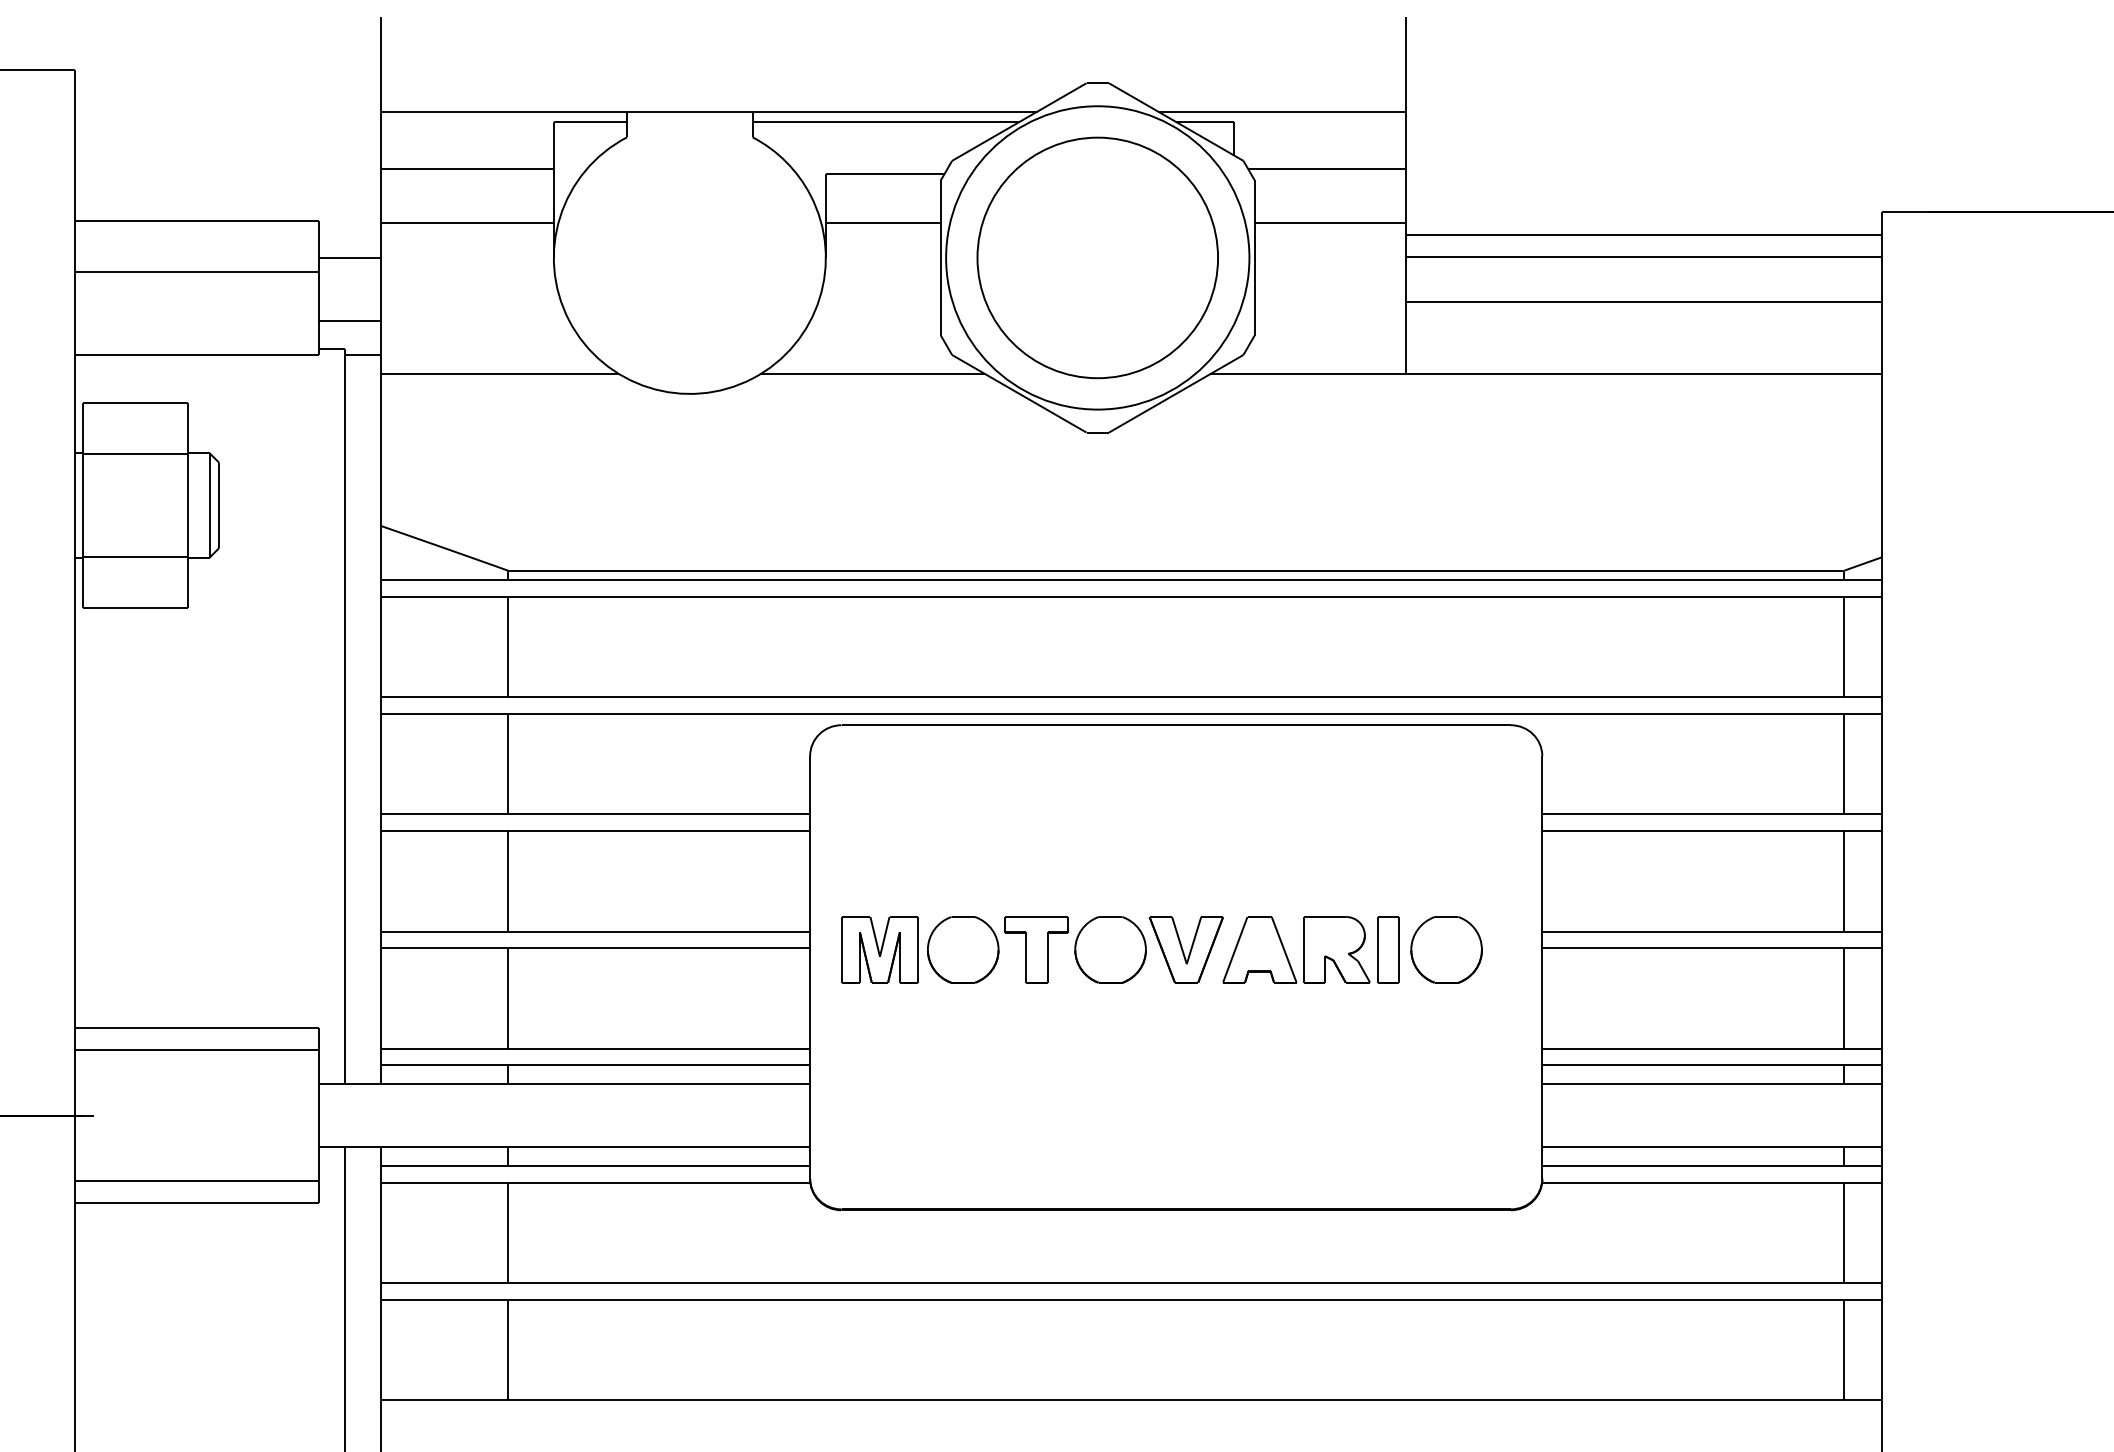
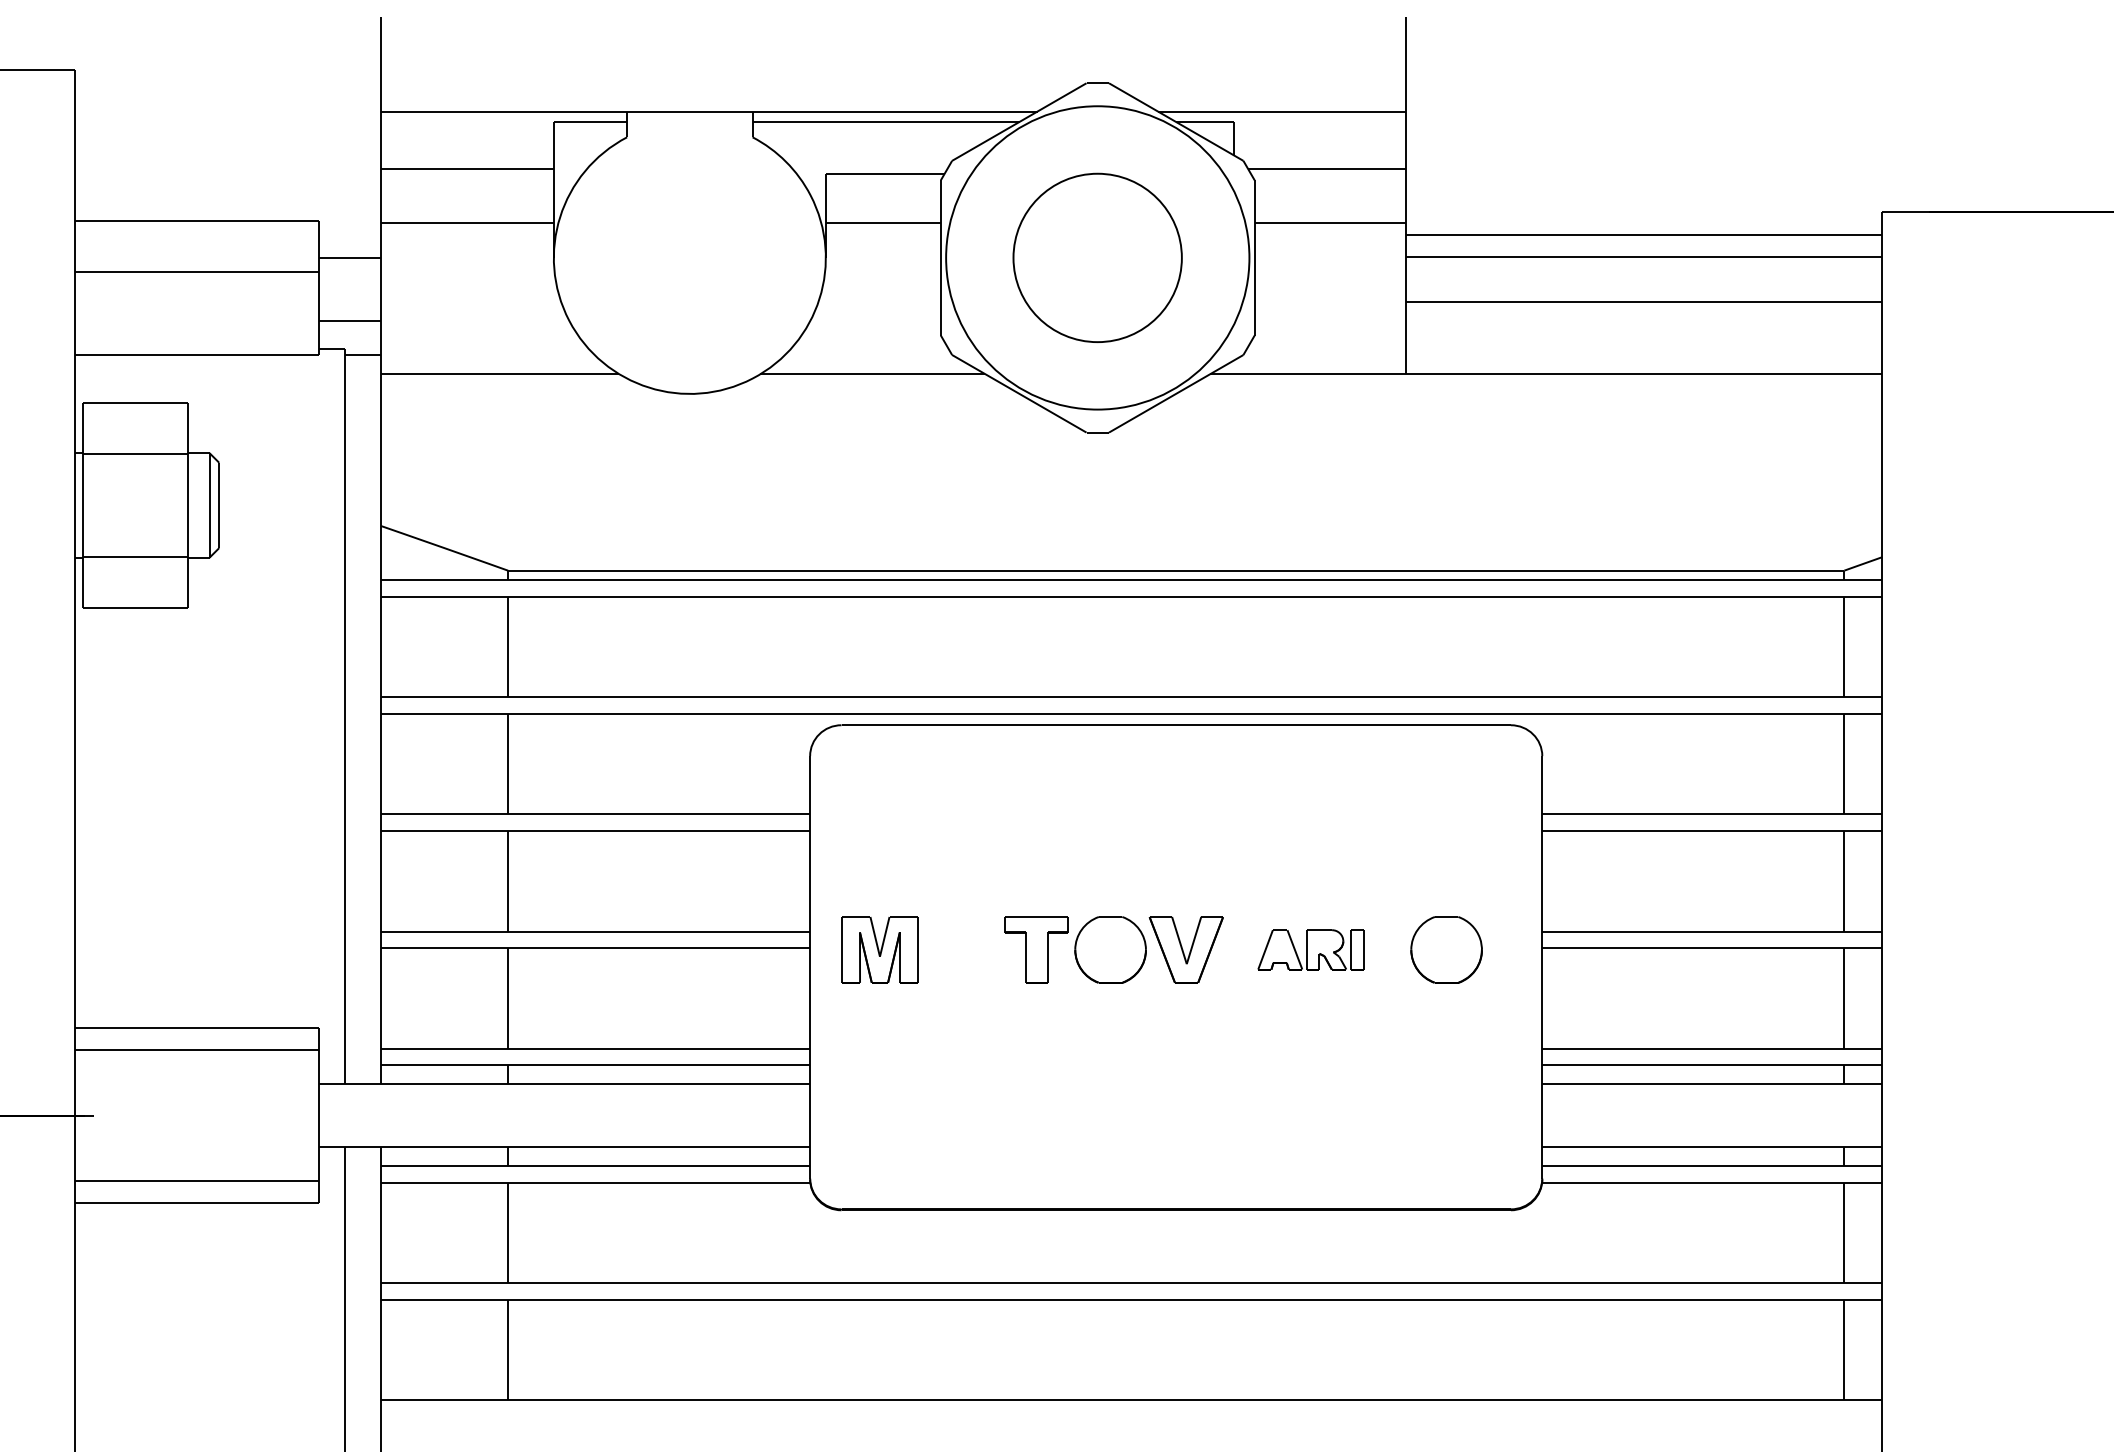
part at (1097, 257) size: 243x244 px -> 171x171 px
part at (963, 949): present -> none
part at (1310, 949) size: 178x68 px -> 108x42 px
